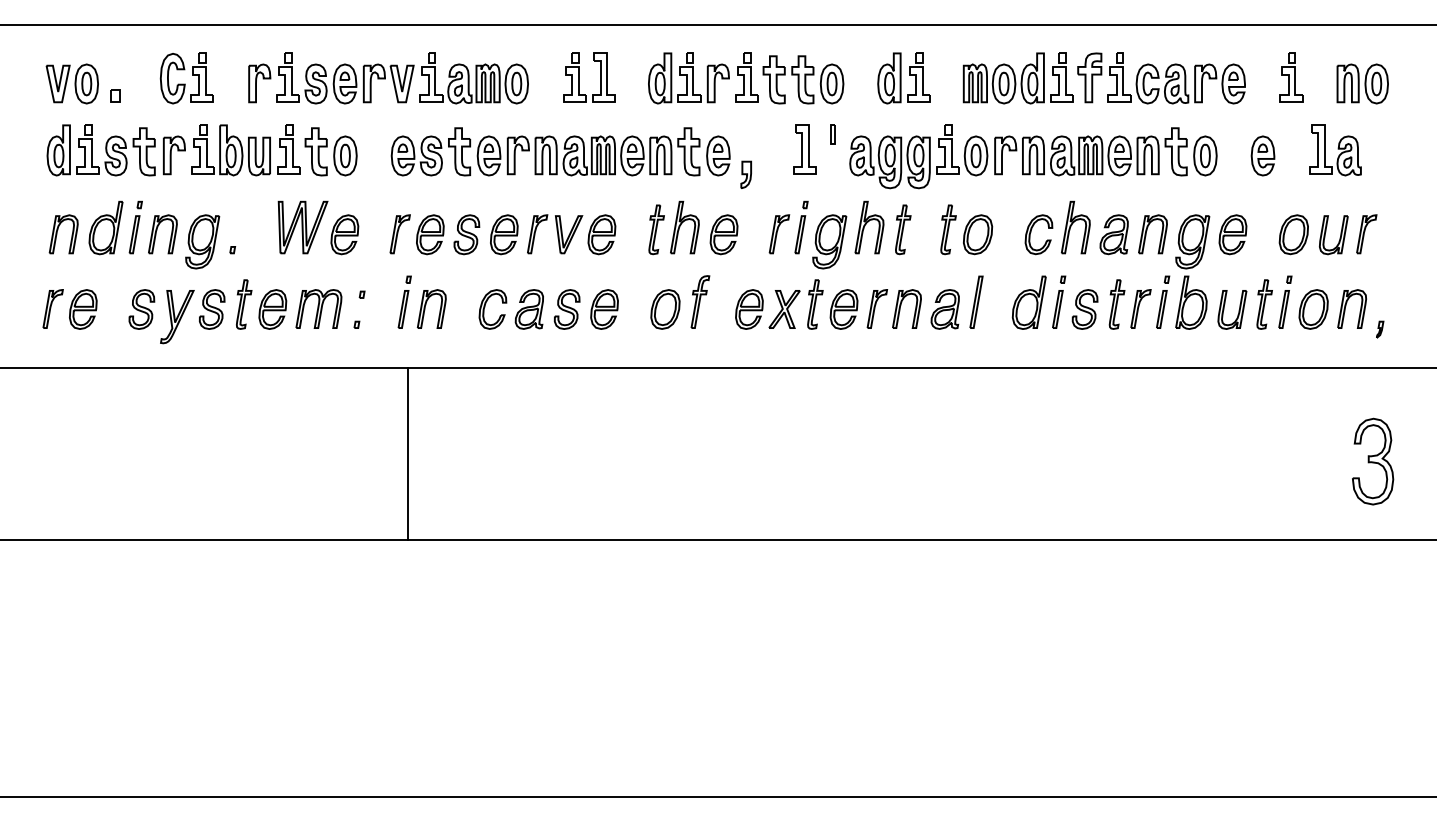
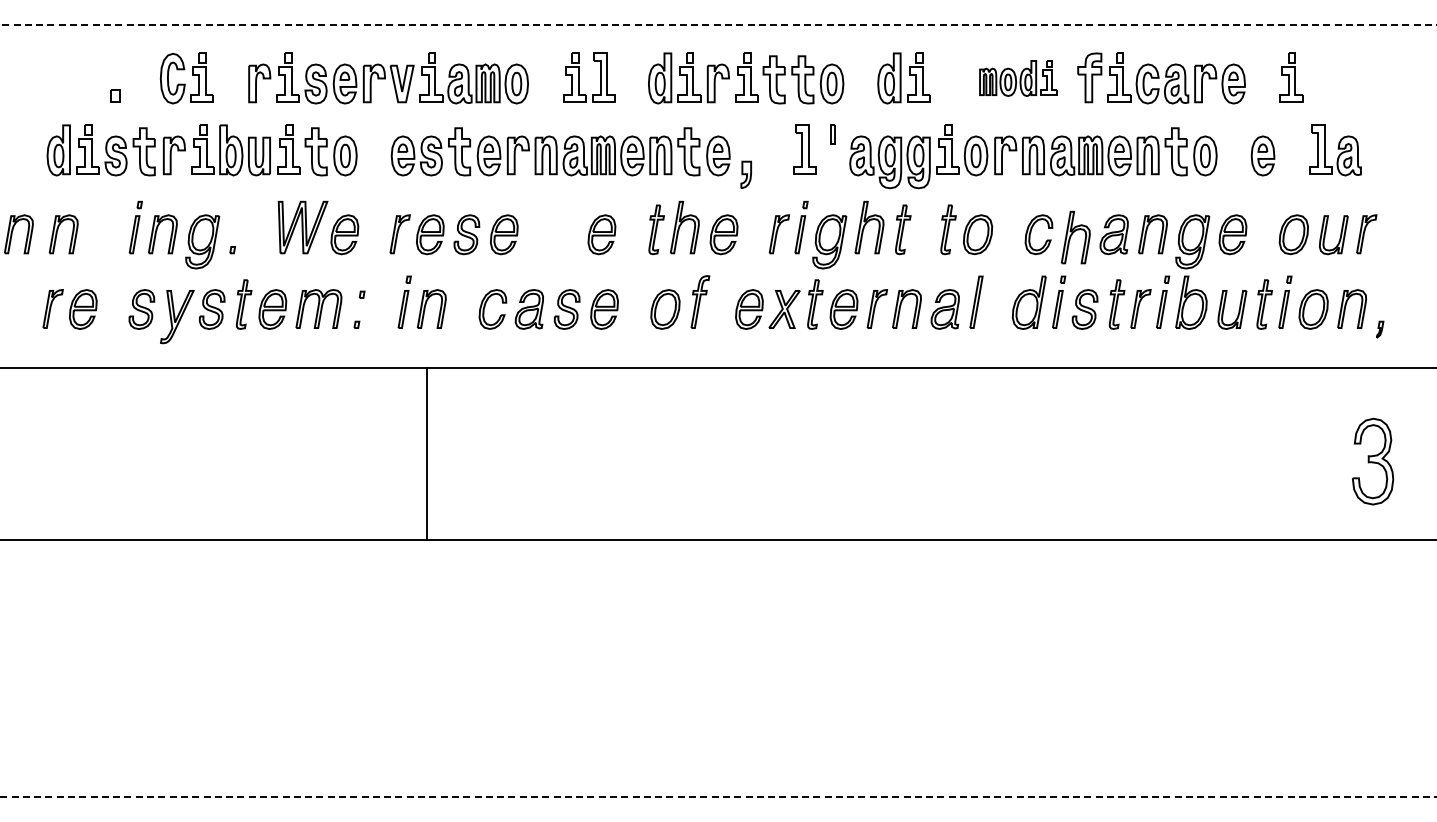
line at (718, 24): solid -> dashed
part at (1017, 78) size: 112x53 px -> 79x37 px
part at (71, 83): present -> none
part at (1362, 83): present -> none
part at (105, 227): present -> none
part at (1075, 227) position: (1075, 227) -> (1075, 237)
part at (18, 234): none -> present
part at (555, 234): present -> none
line at (407, 453) position: (407, 453) -> (426, 453)
line at (718, 797): solid -> dashed
